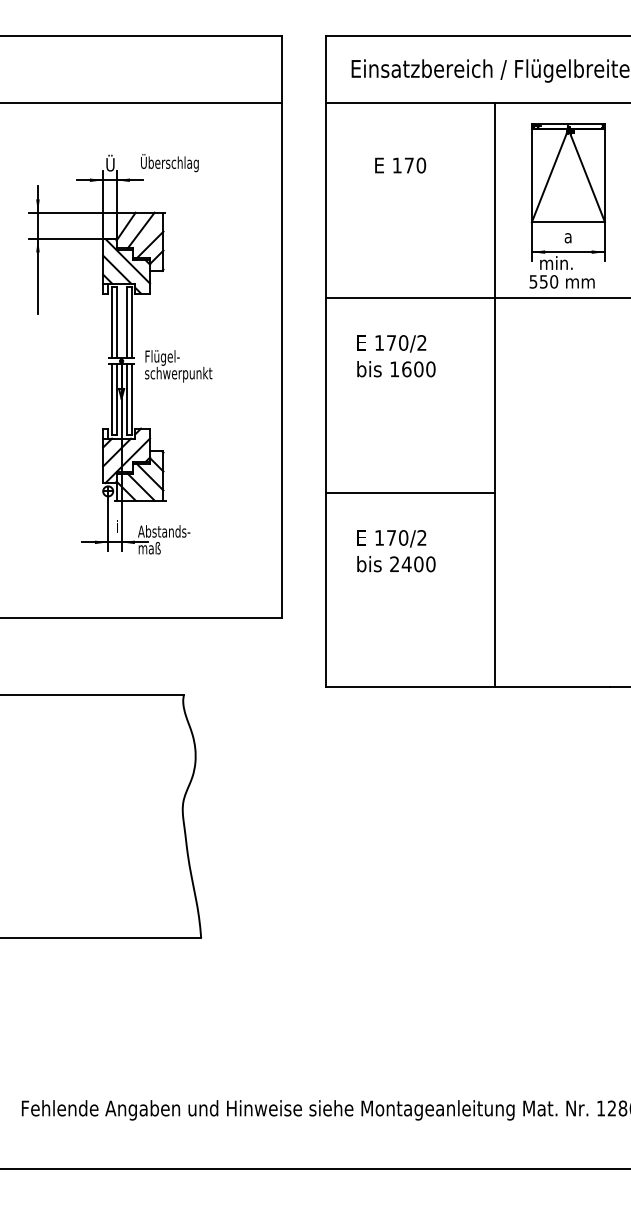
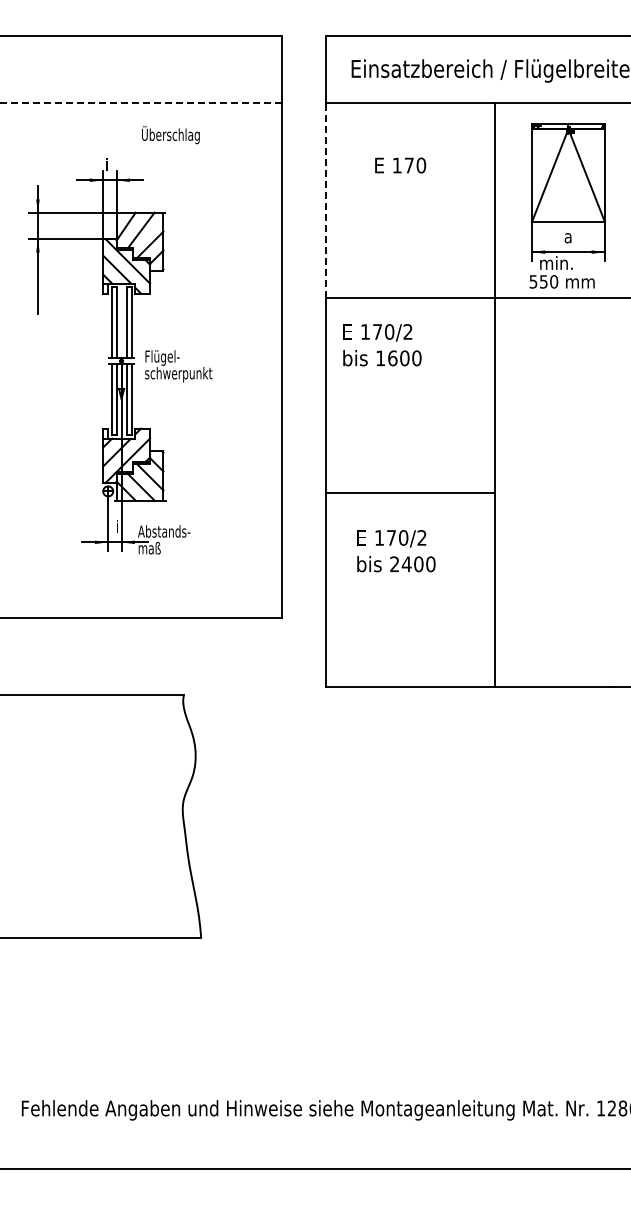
line at (140, 103): solid -> dashed
text at (110, 162): Ü -> i
text at (169, 163) position: (169, 163) -> (170, 135)
line at (326, 200): solid -> dashed
text at (396, 356) position: (396, 356) -> (382, 345)
